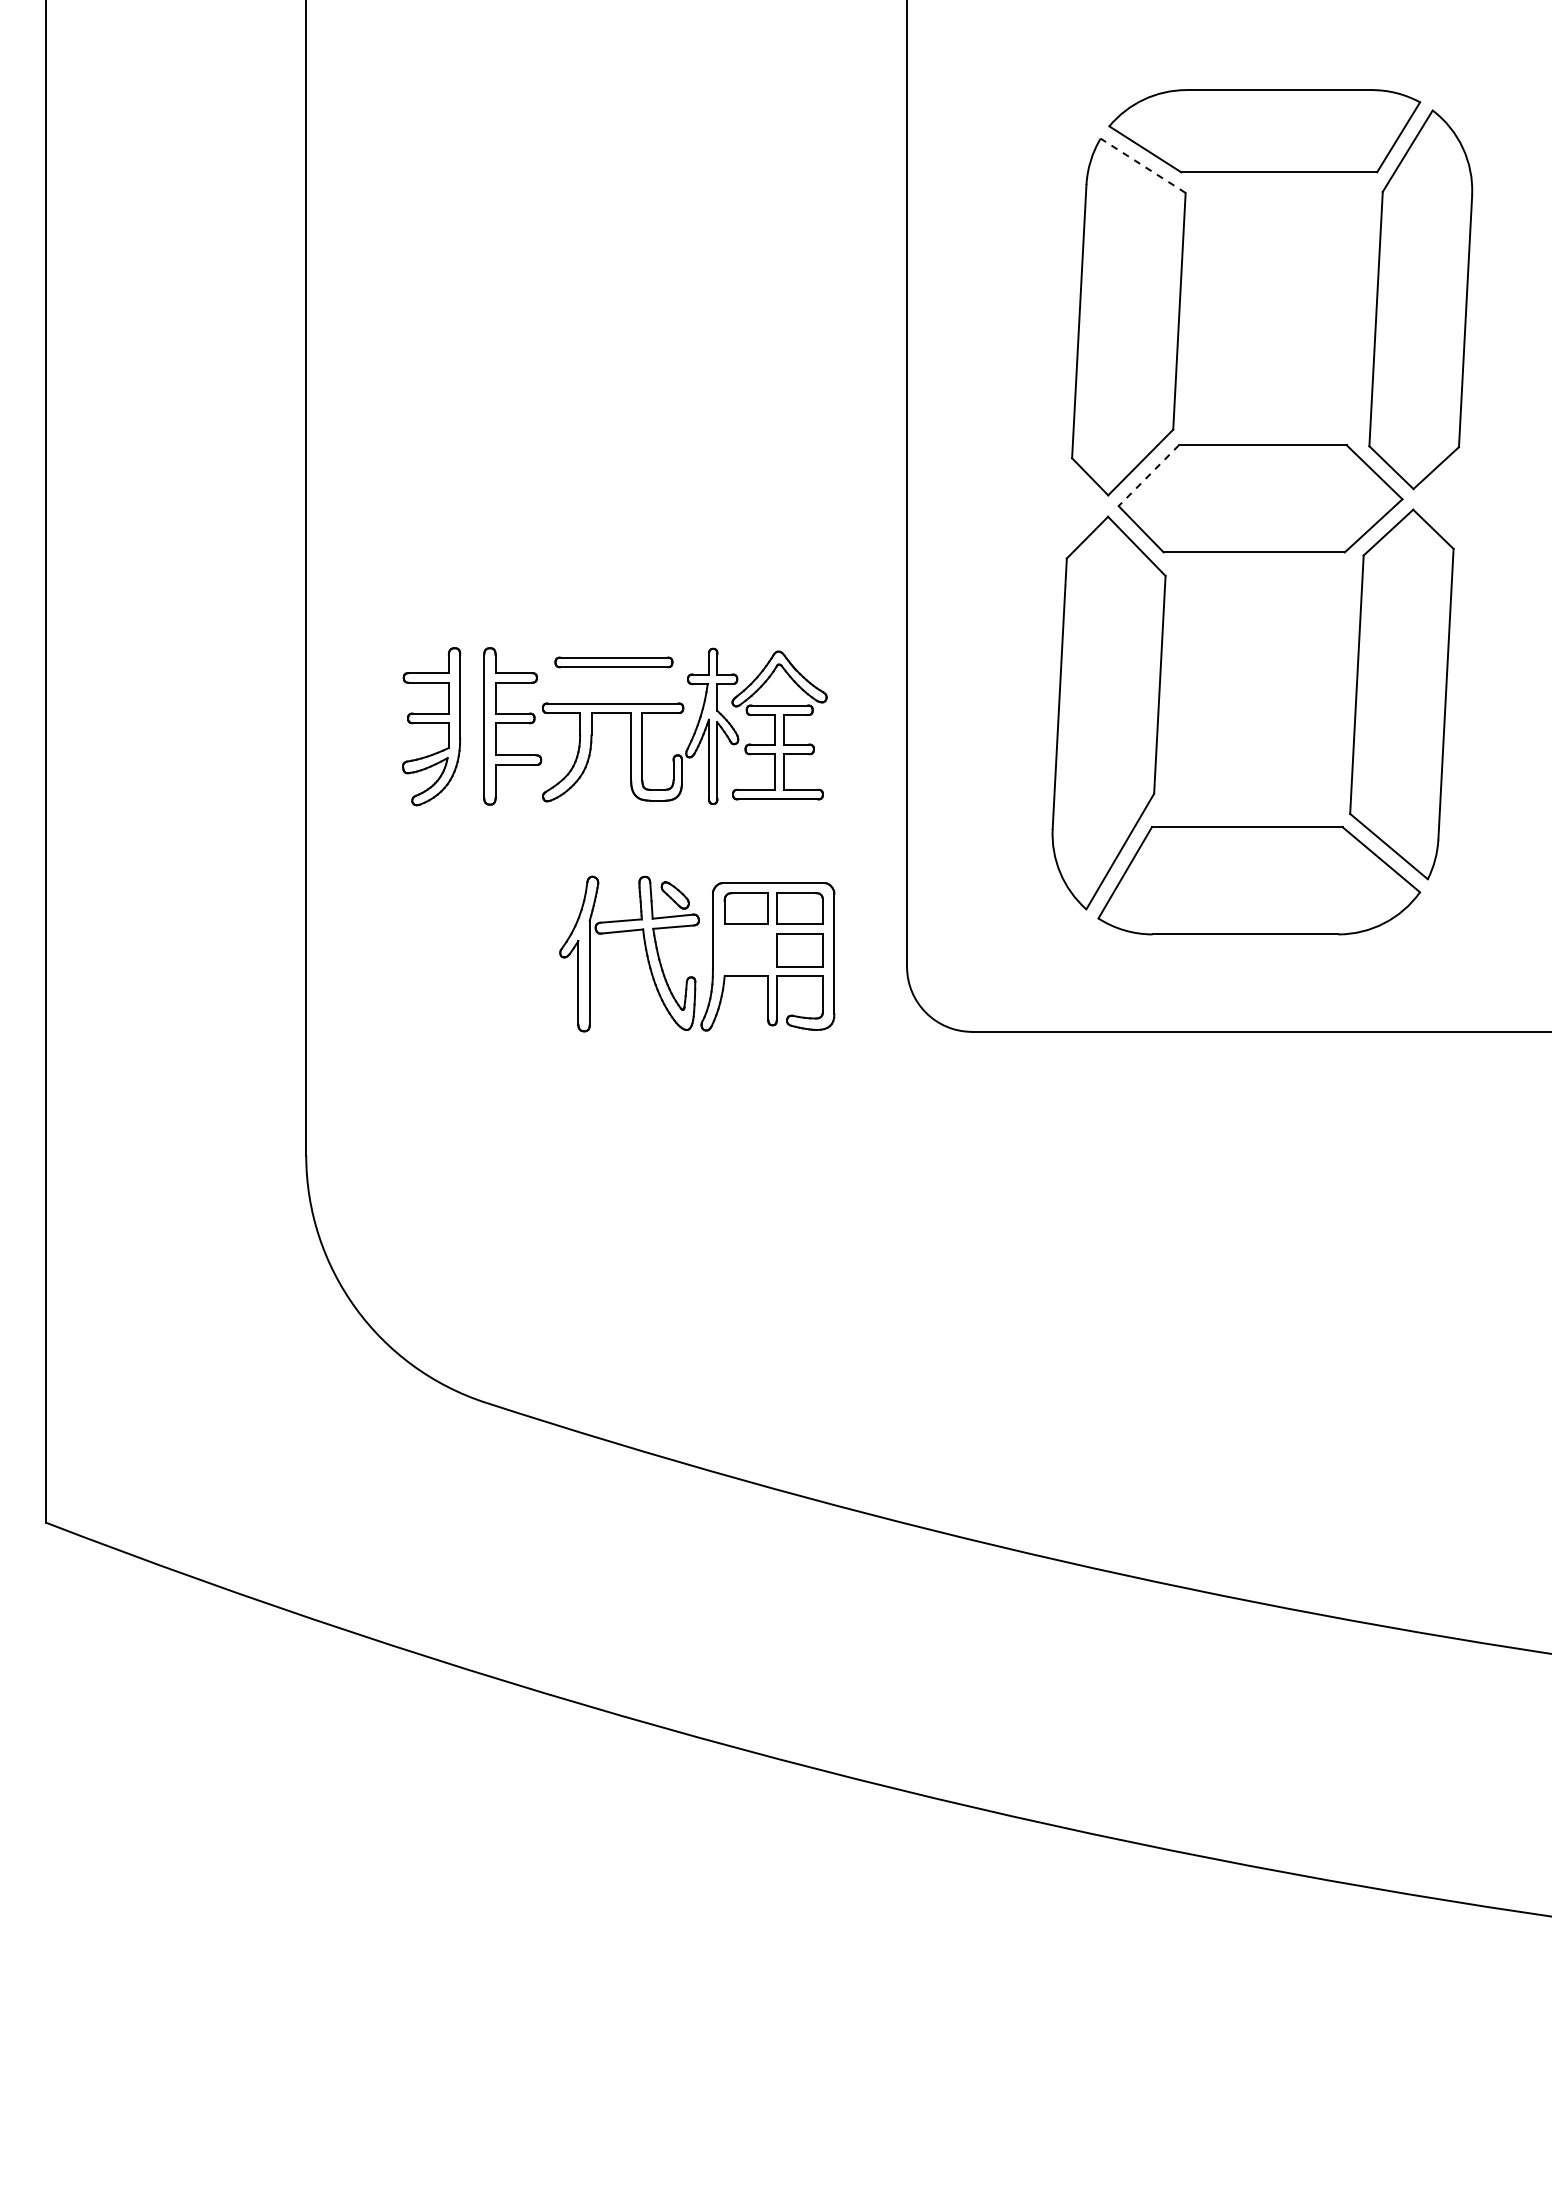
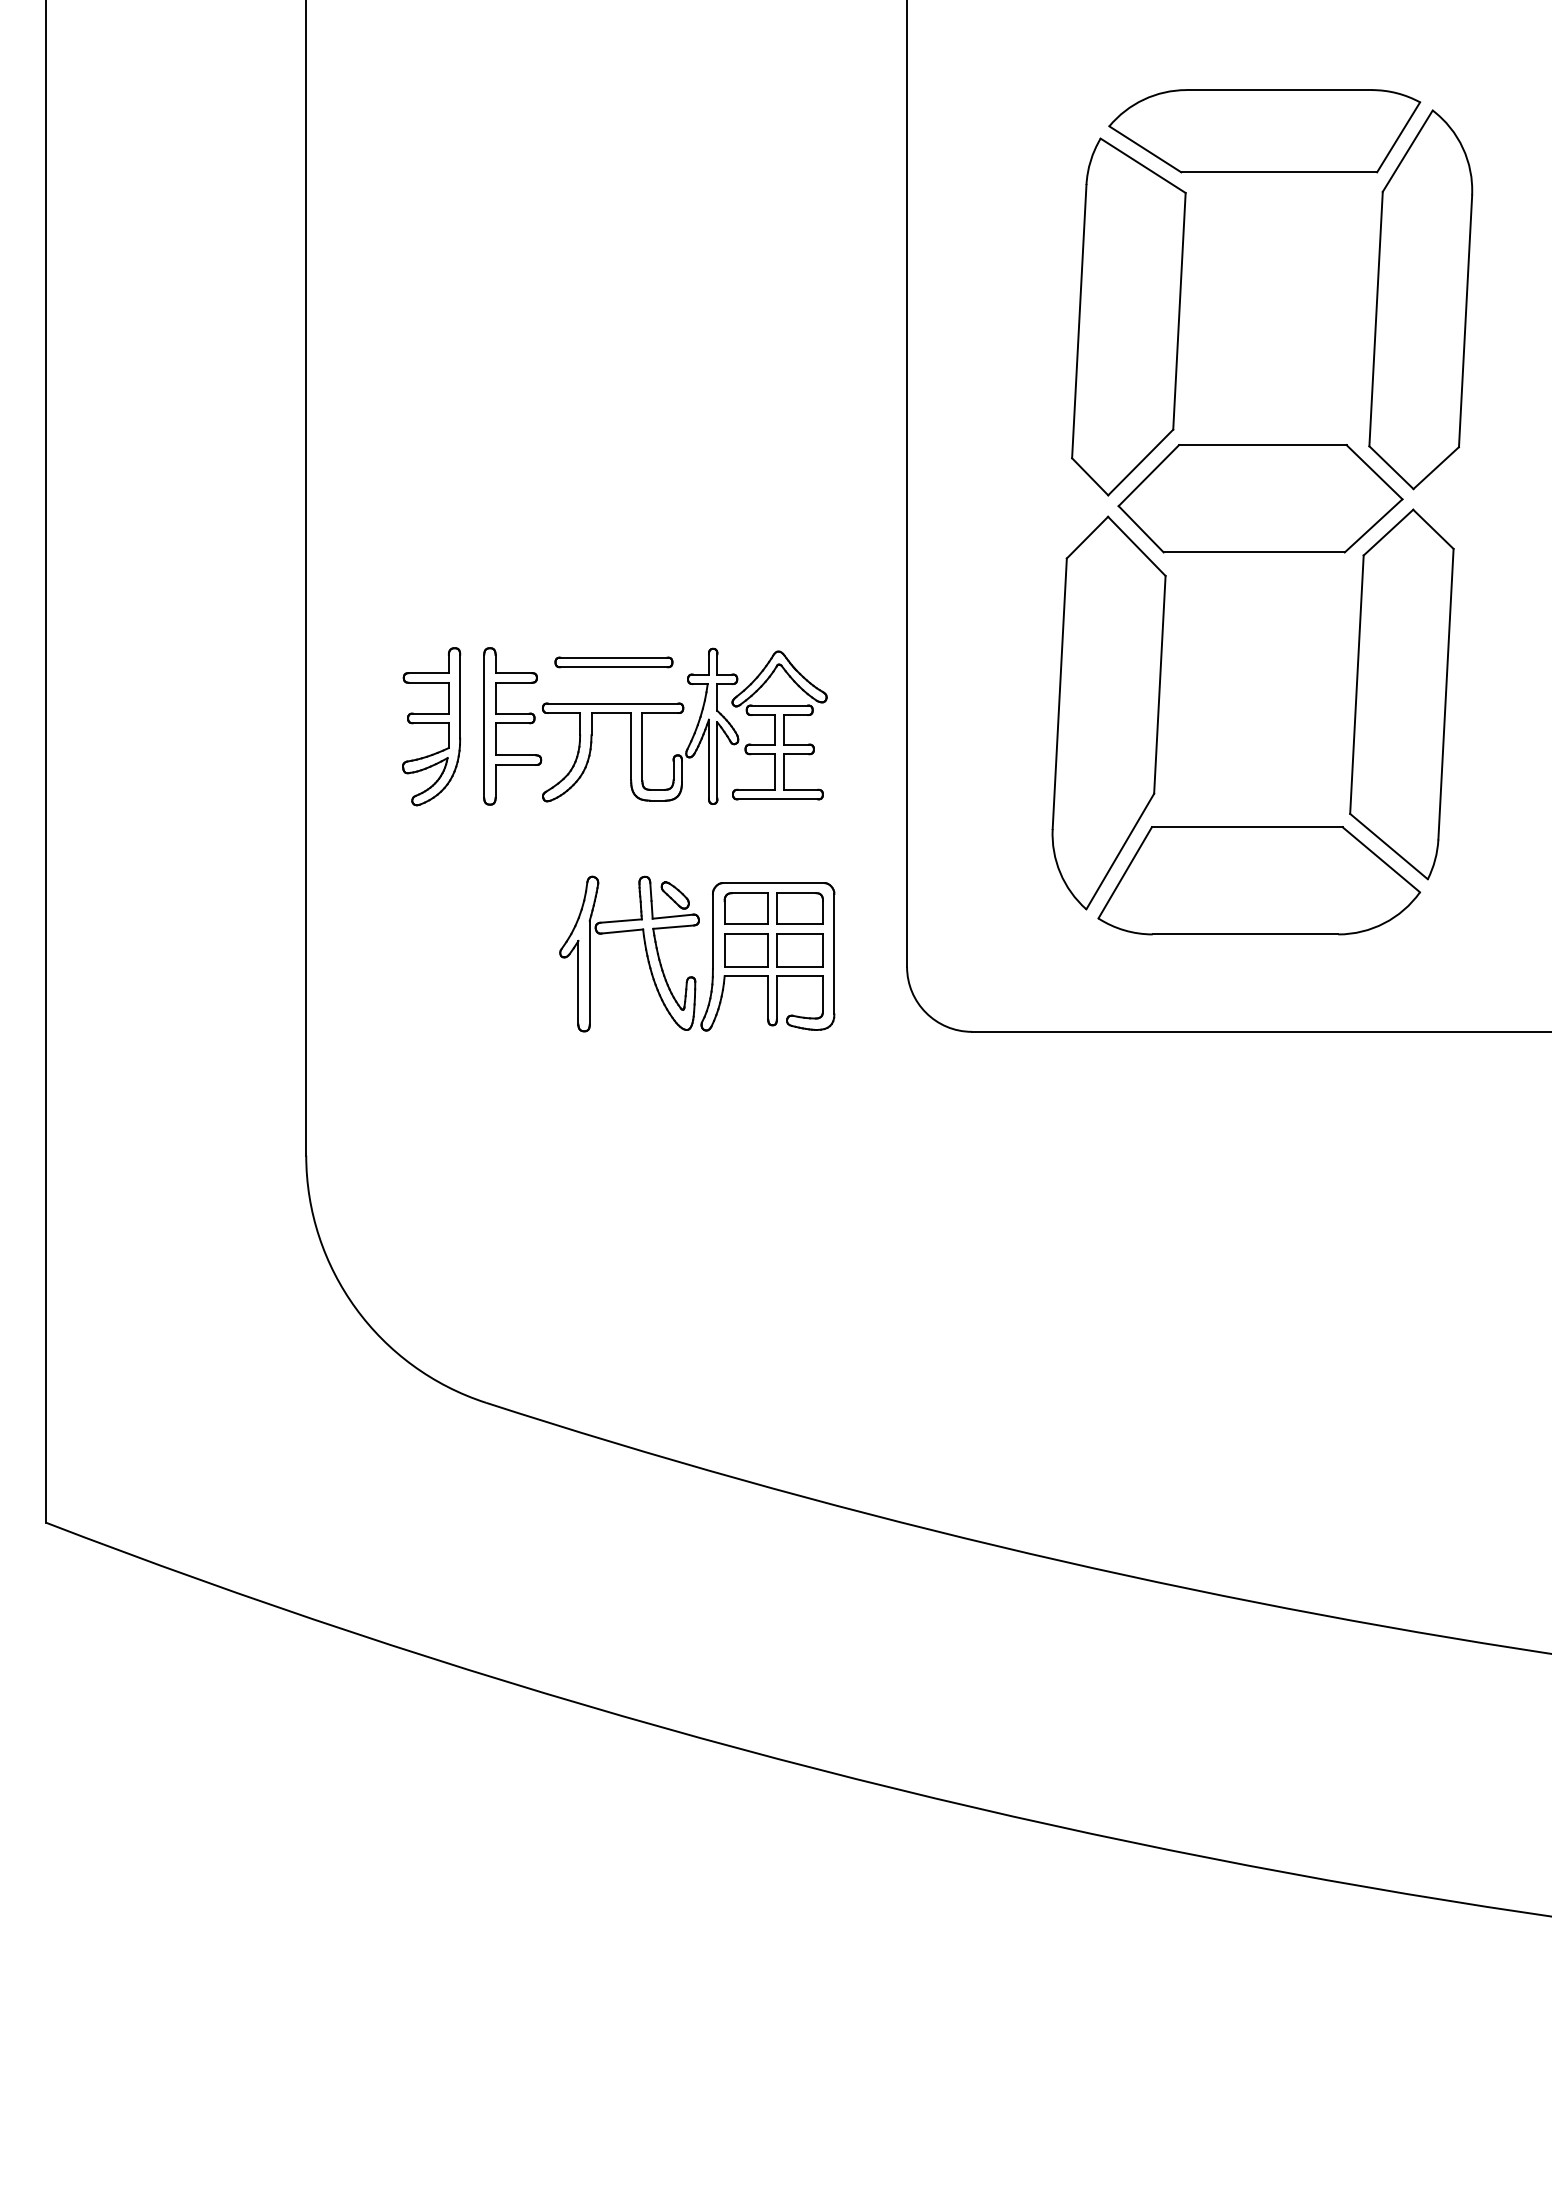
line at (1142, 165): dashed -> solid
line at (1148, 475): dashed -> solid
part at (746, 950): none -> present
